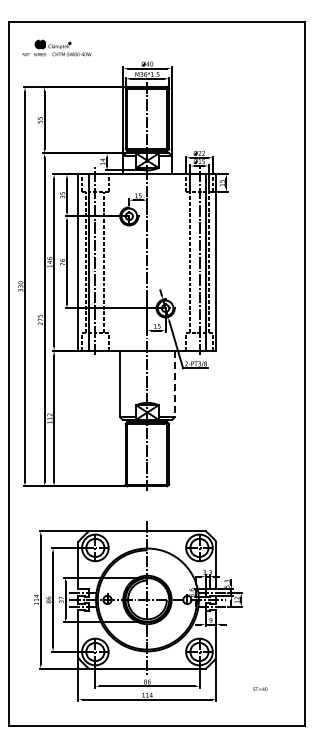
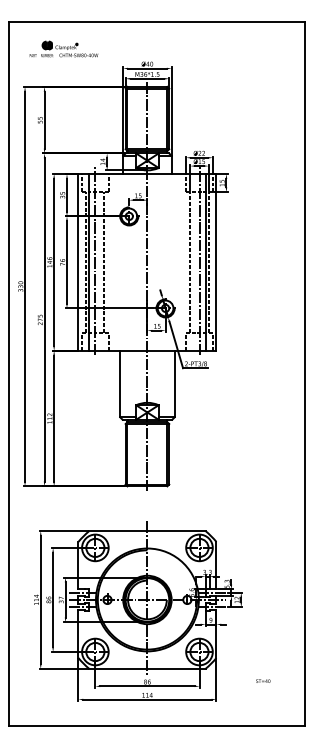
part at (56, 47) position: (56, 47) -> (63, 48)
line at (174, 384): dashed -> solid
text at (260, 688) position: (260, 688) -> (263, 680)
